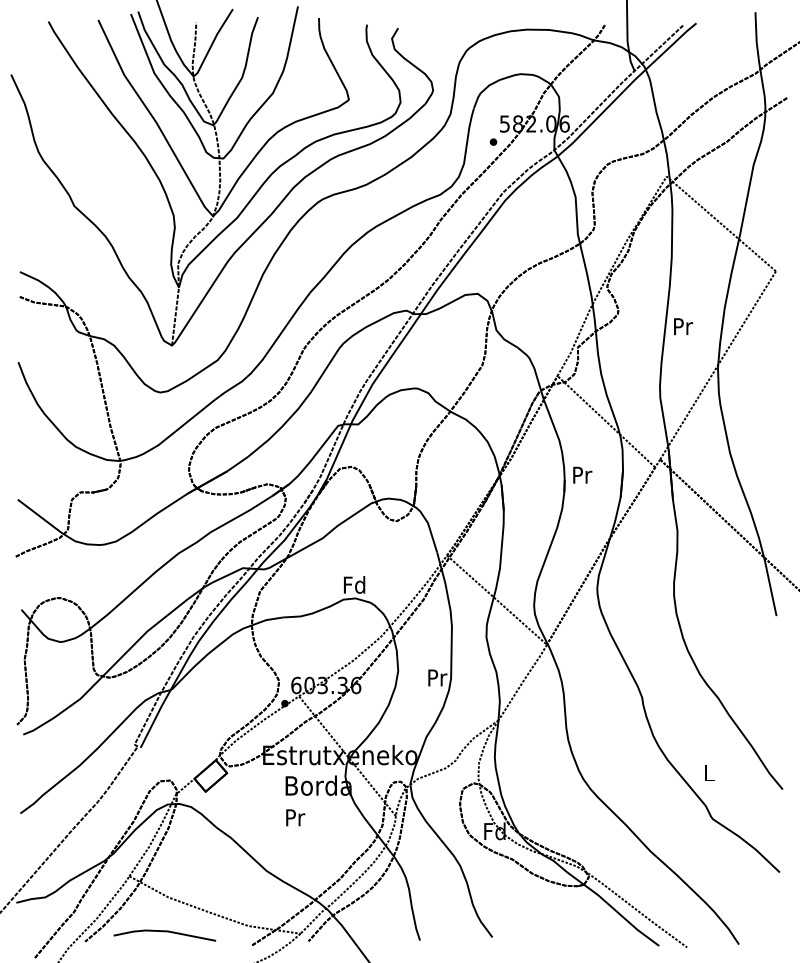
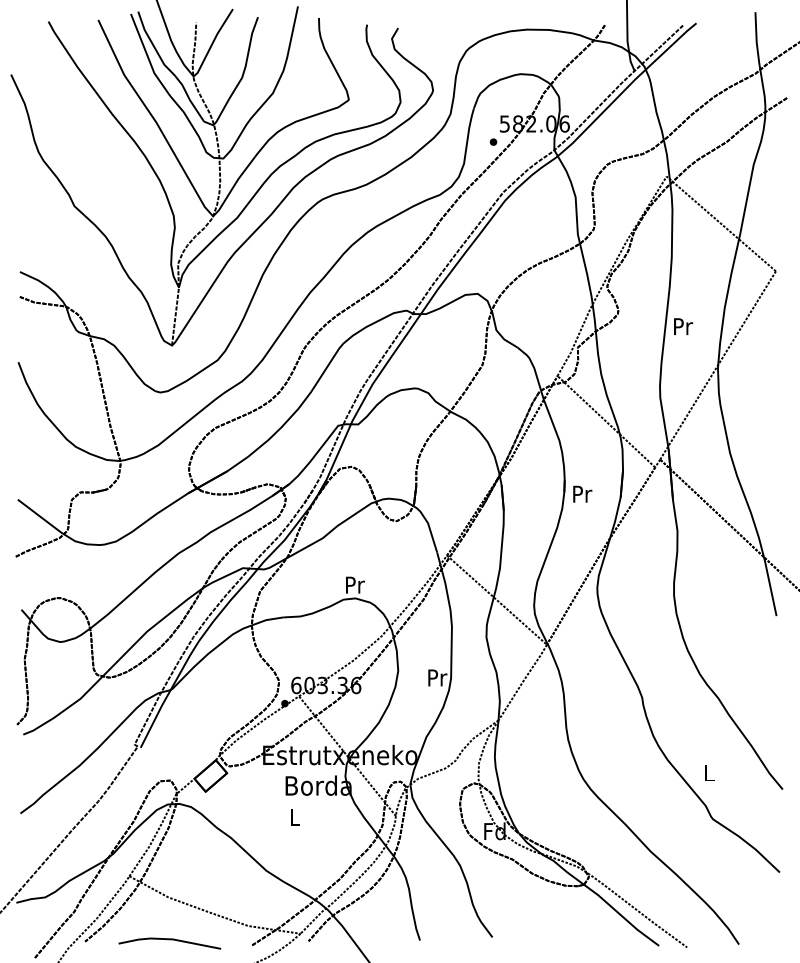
text at (582, 474) position: (582, 474) -> (582, 493)
text at (354, 584): Fd -> Pr
text at (295, 817): Pr -> L
line at (164, 932) position: (164, 932) -> (169, 940)
